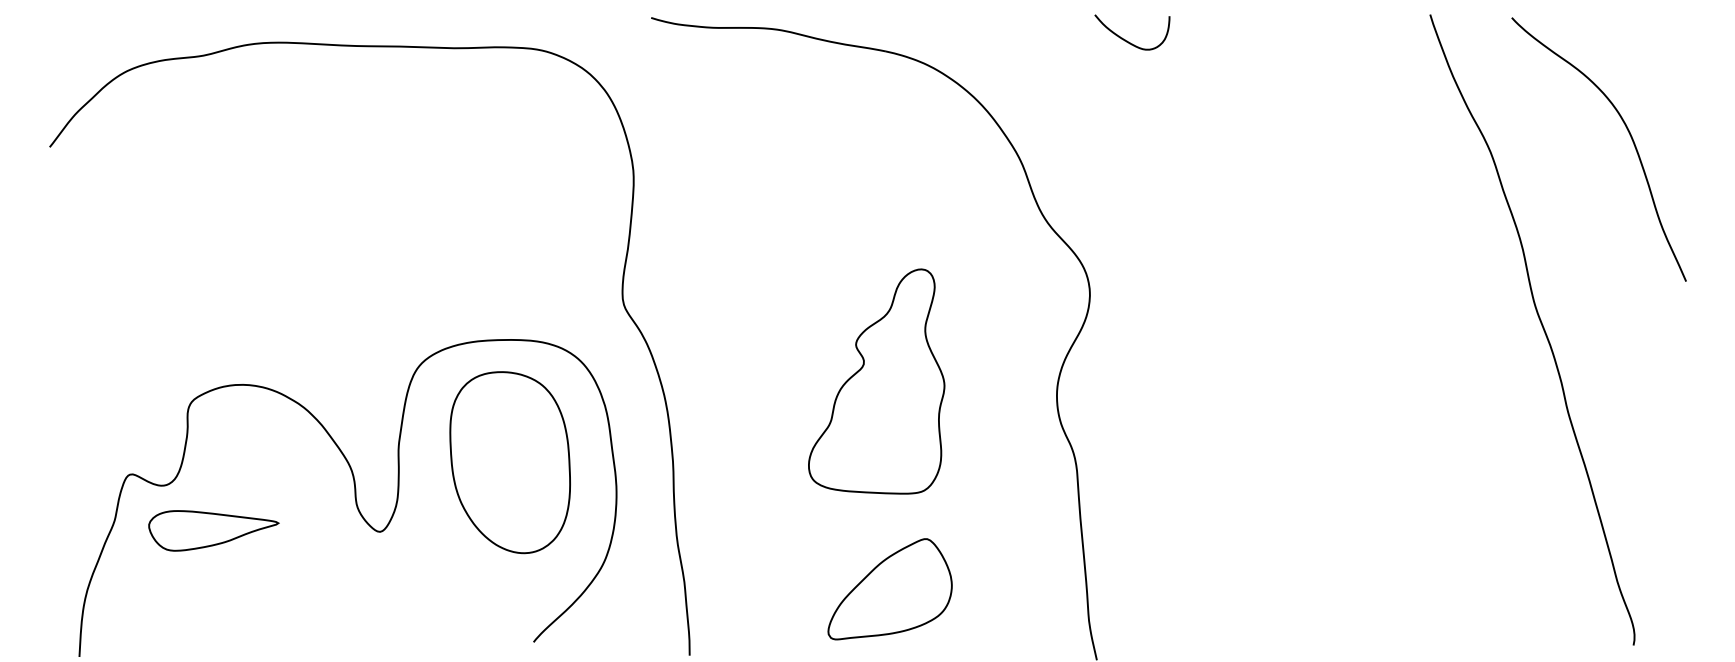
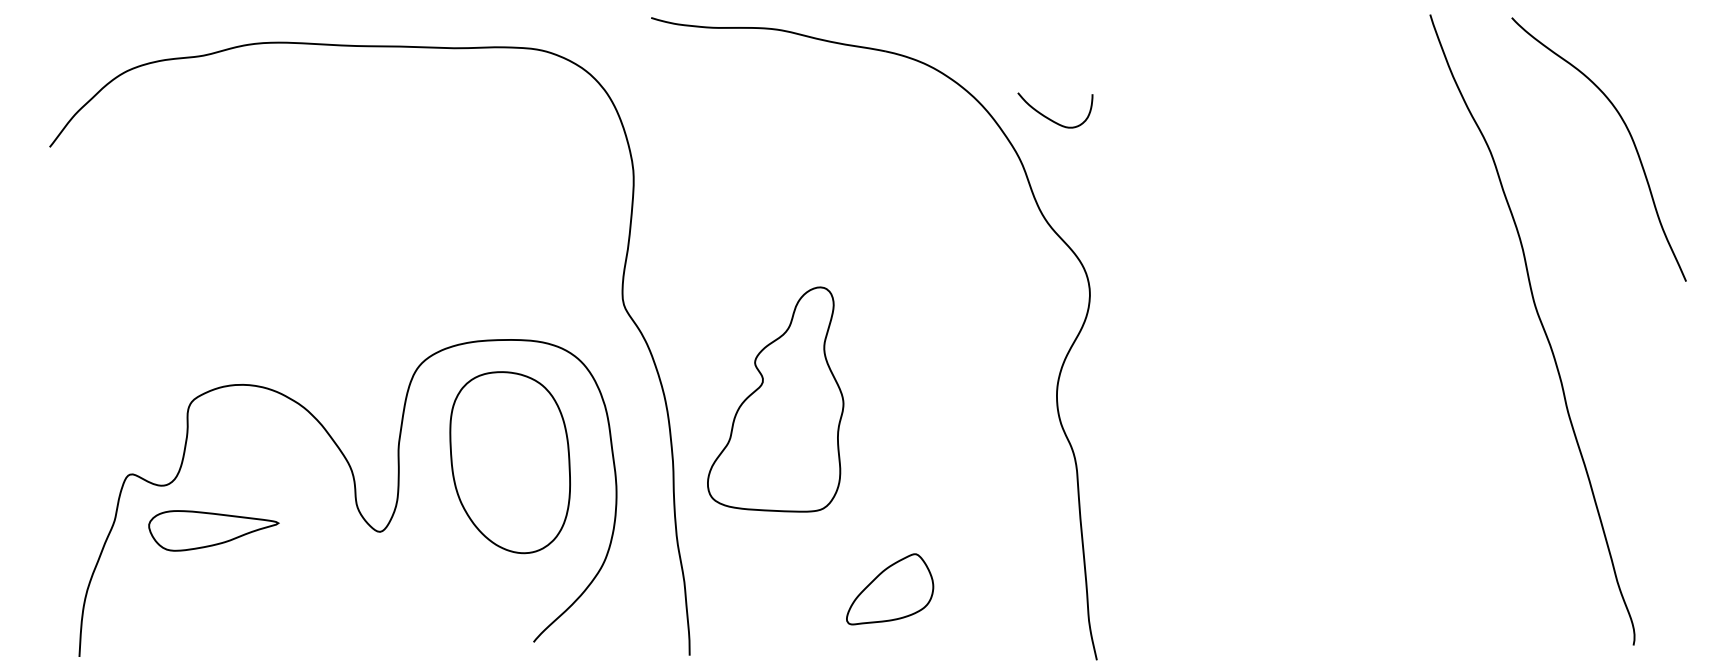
curve at (1127, 40) position: (1127, 40) -> (1050, 118)
part at (876, 381) position: (876, 381) -> (775, 399)
part at (889, 589) size: 126x103 px -> 89x73 px
